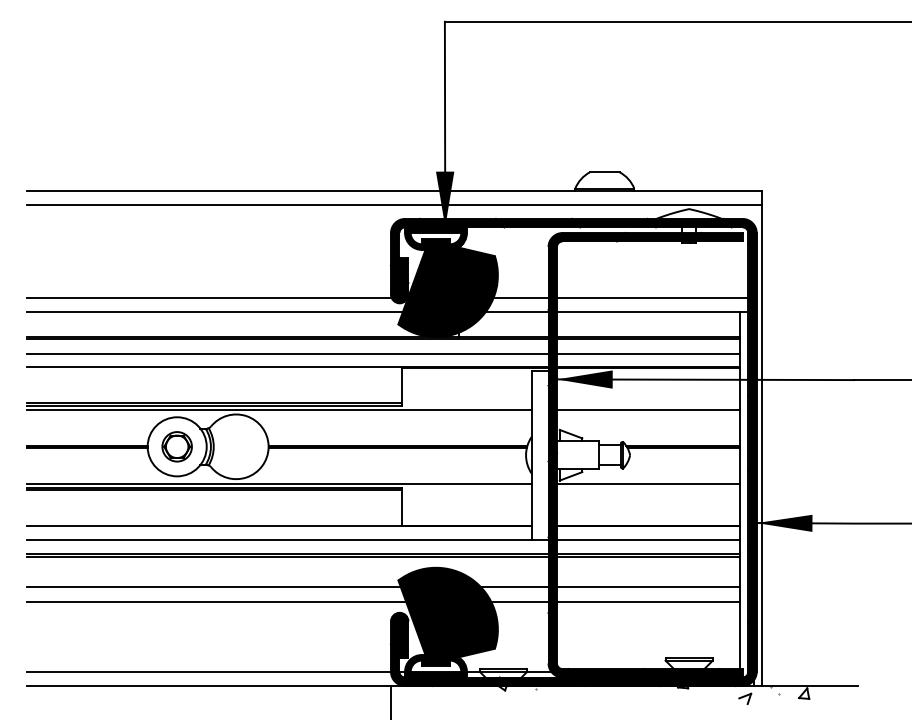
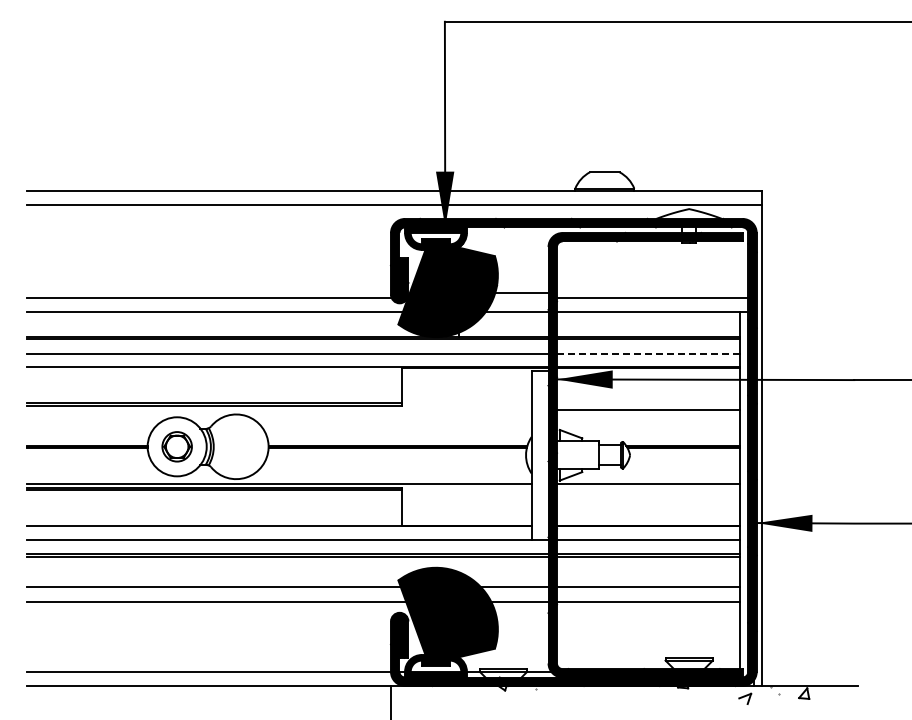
line at (520, 297) position: (520, 297) -> (520, 292)
line at (648, 354): solid -> dashed
line at (279, 409): present -> none
